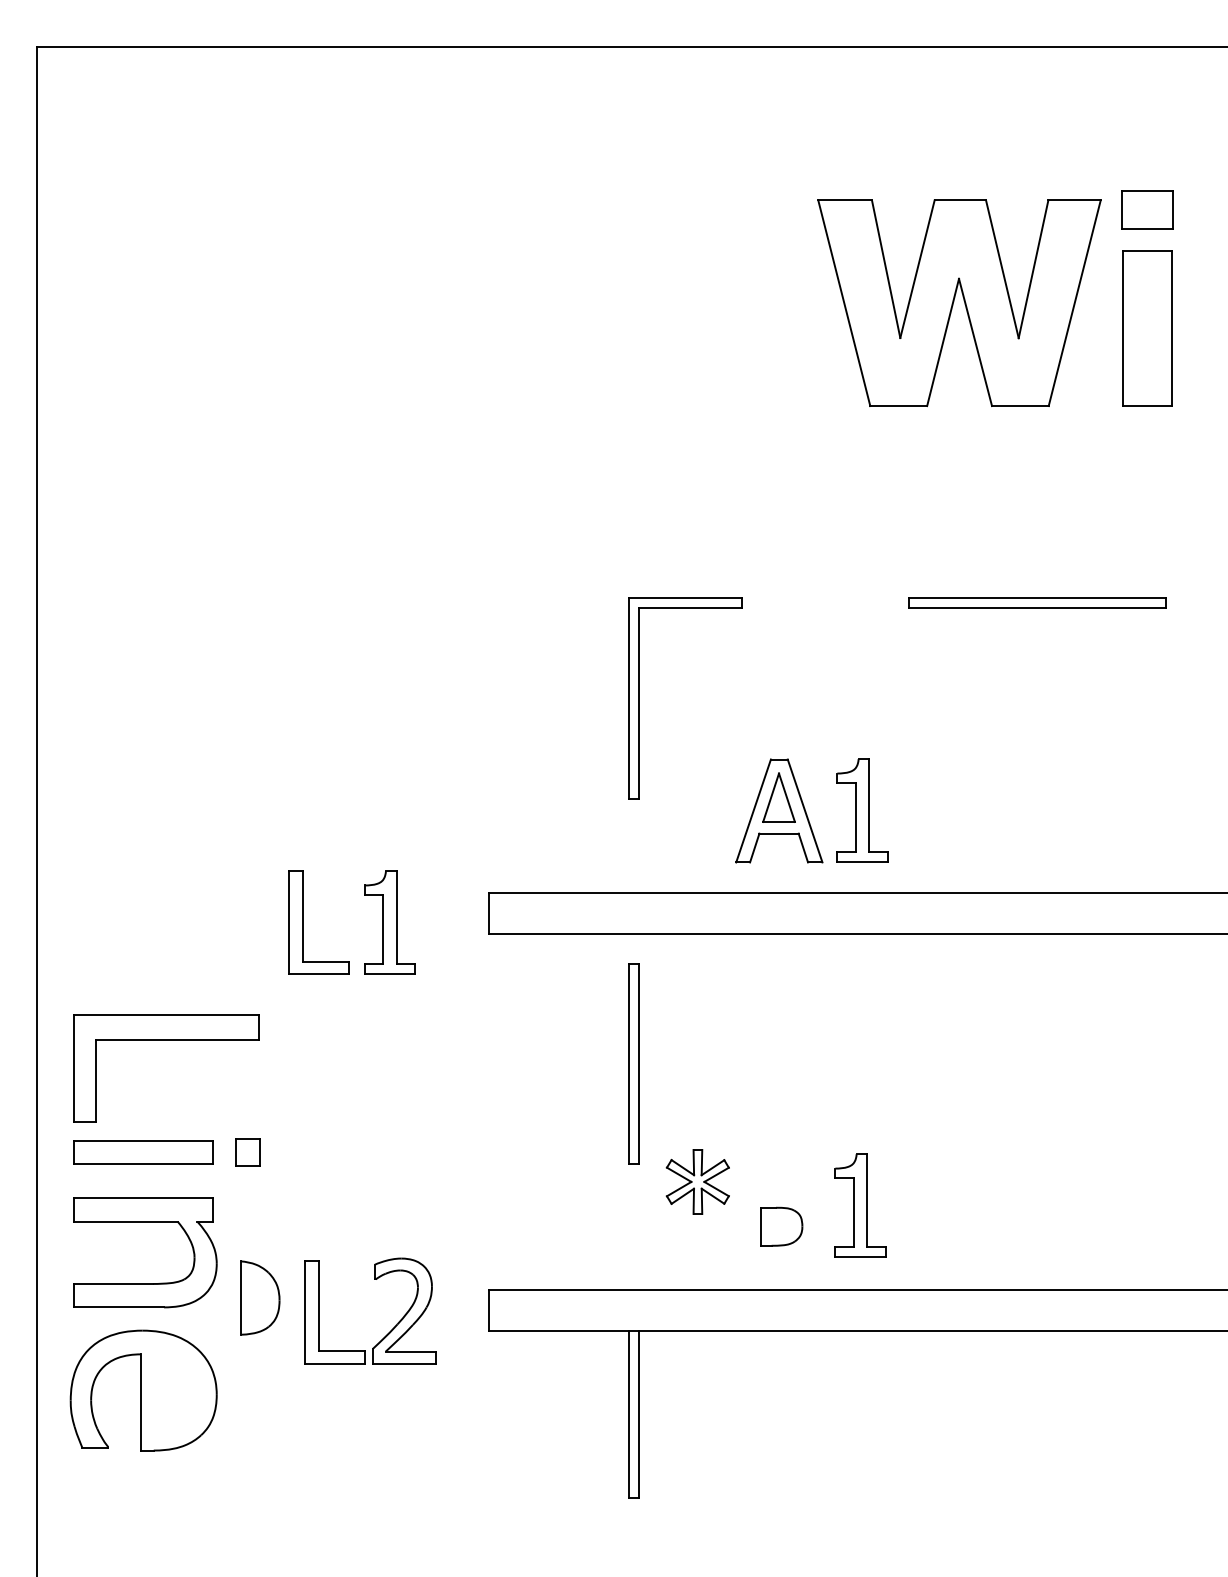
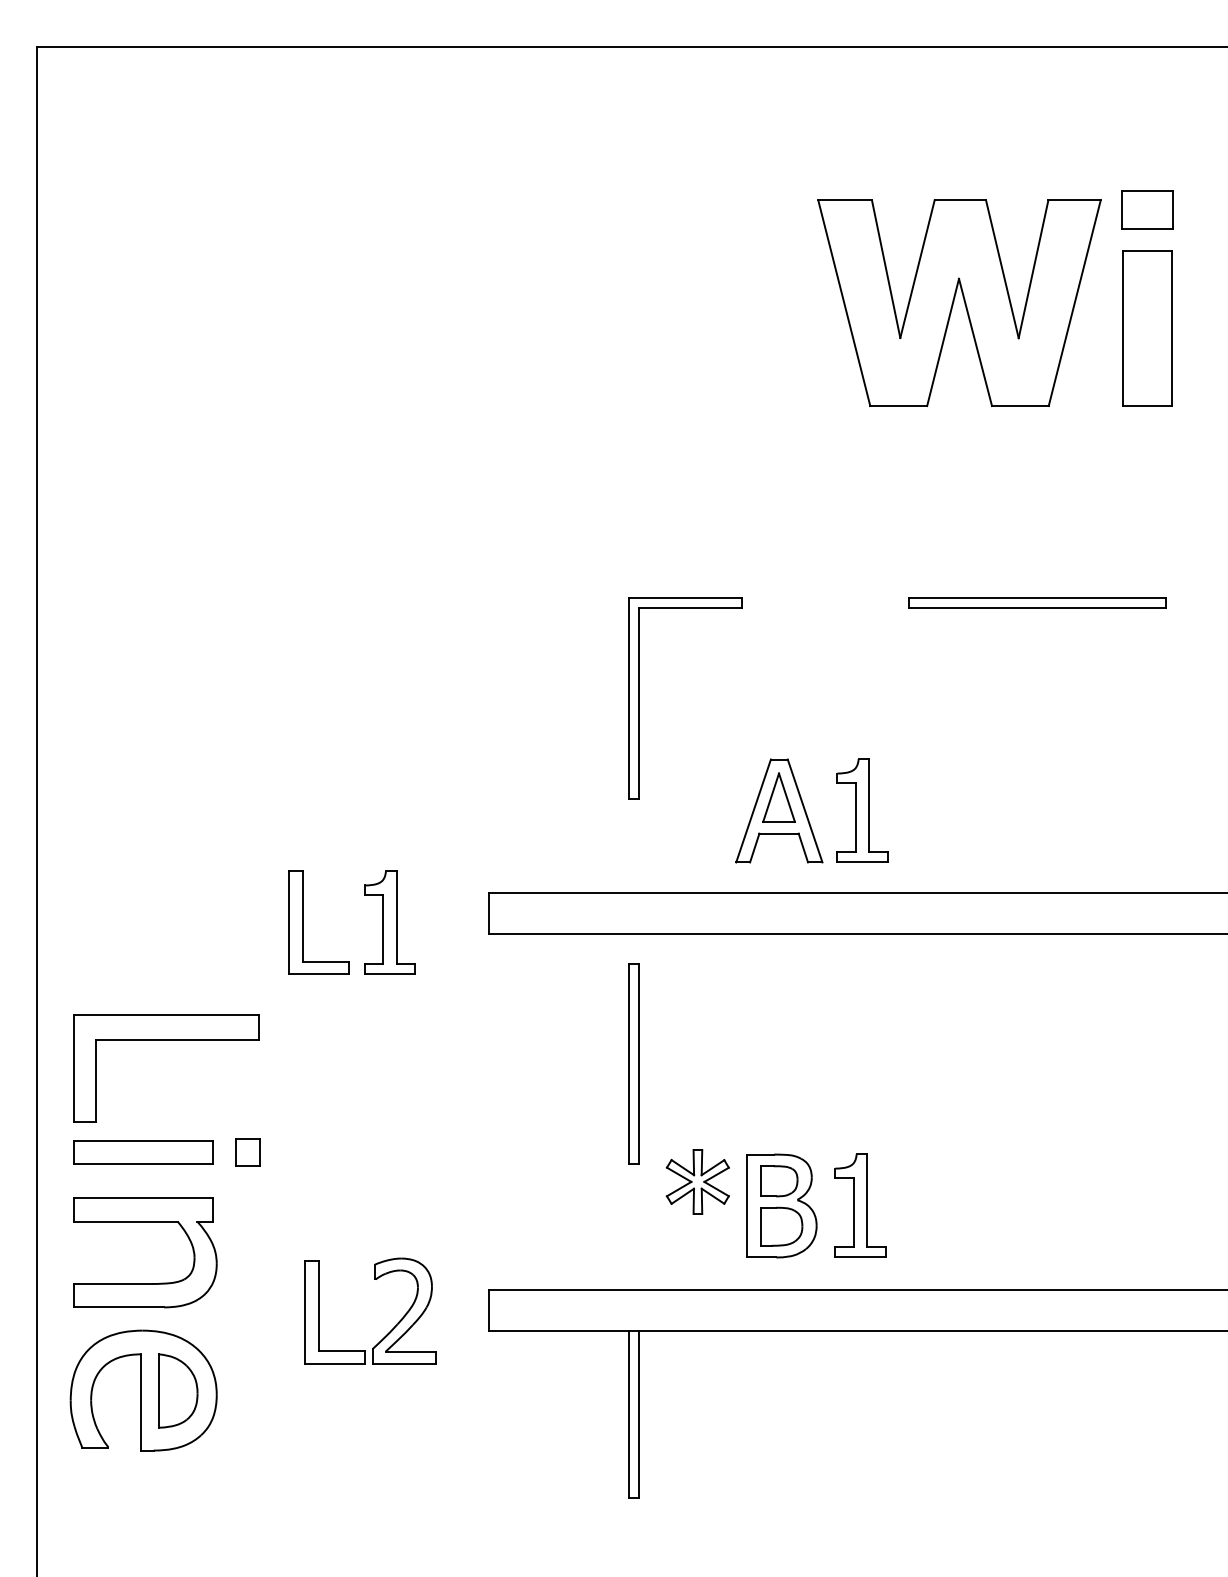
part at (781, 1205): none -> present
part at (260, 1297) position: (260, 1297) -> (178, 1390)
